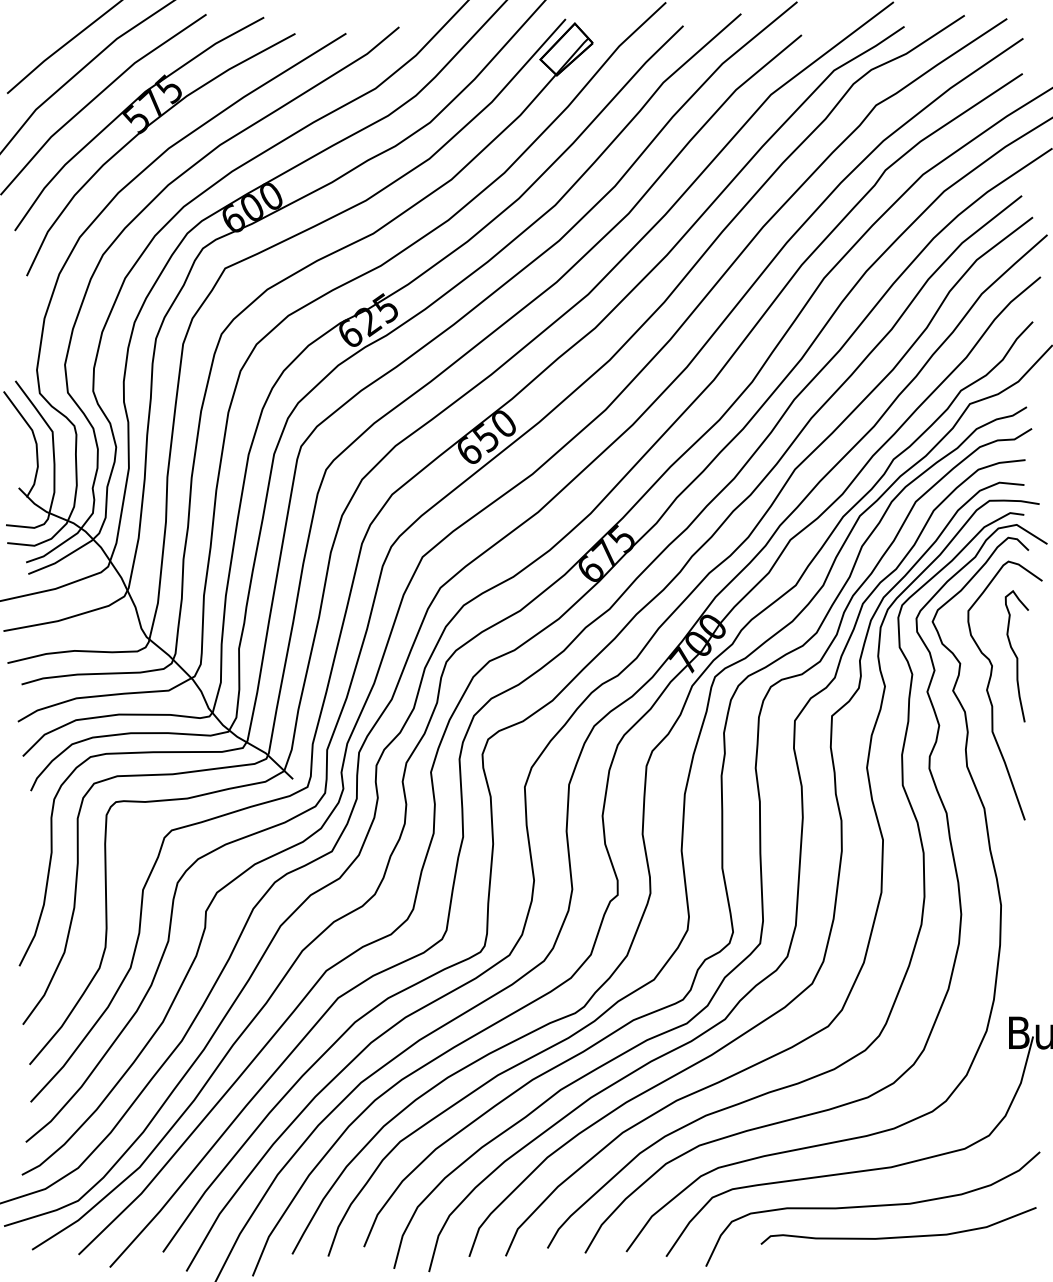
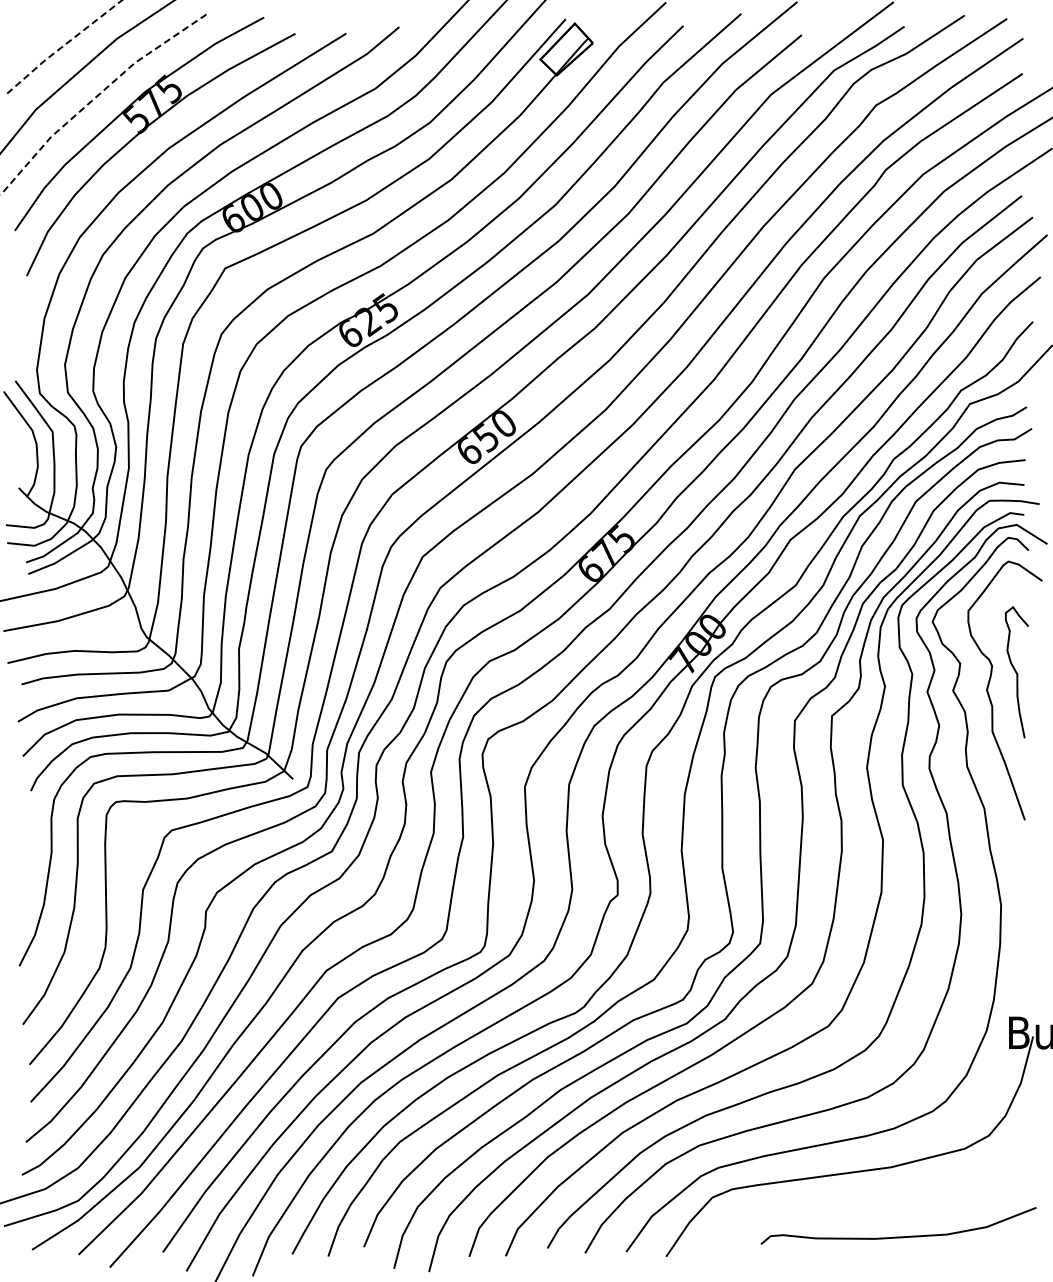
line at (63, 45): solid -> dashed
line at (96, 97): solid -> dashed
curve at (1016, 656) position: (1016, 656) -> (1016, 672)
curve at (872, 1206): present -> none
